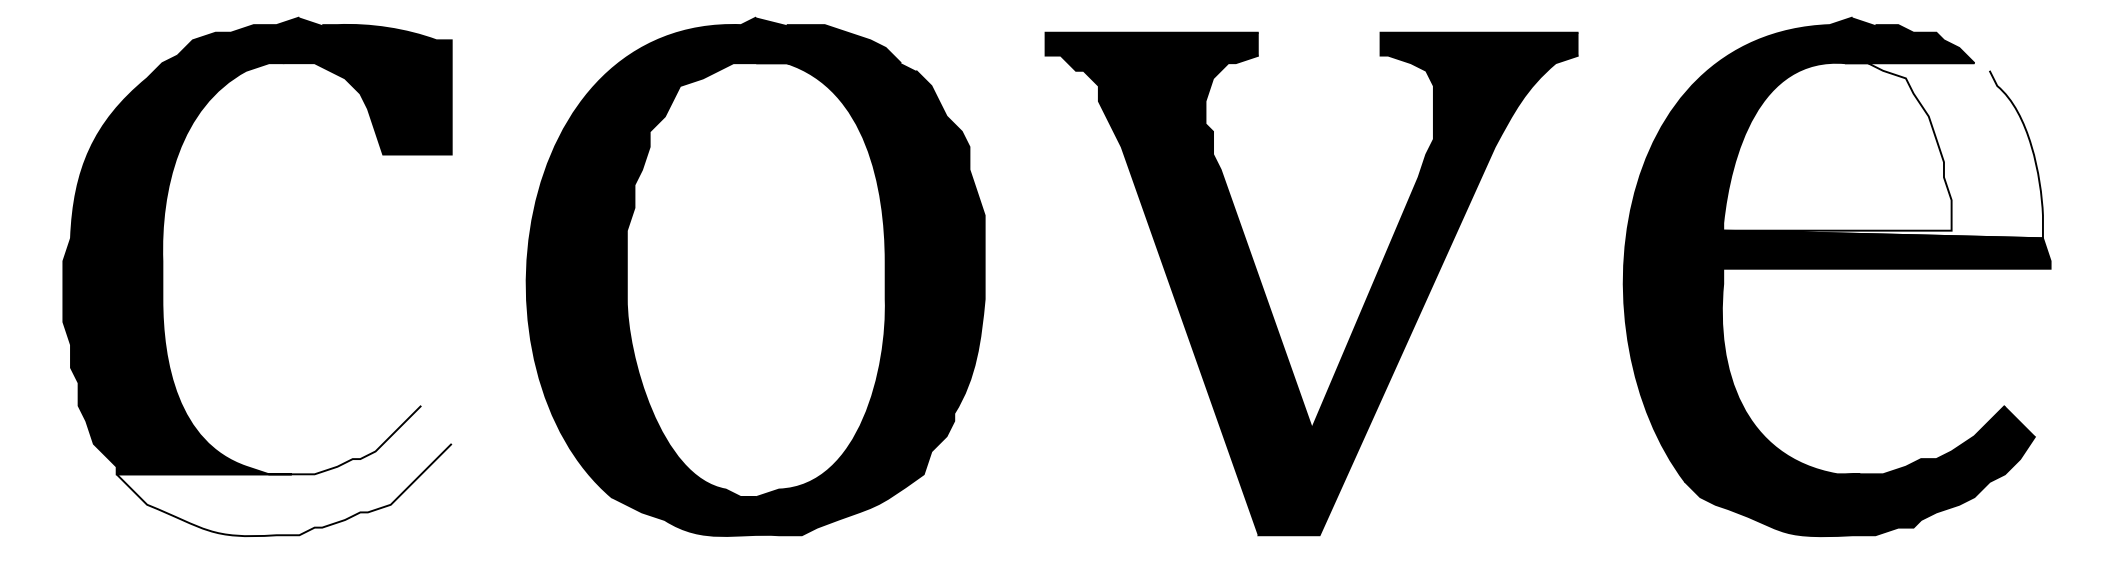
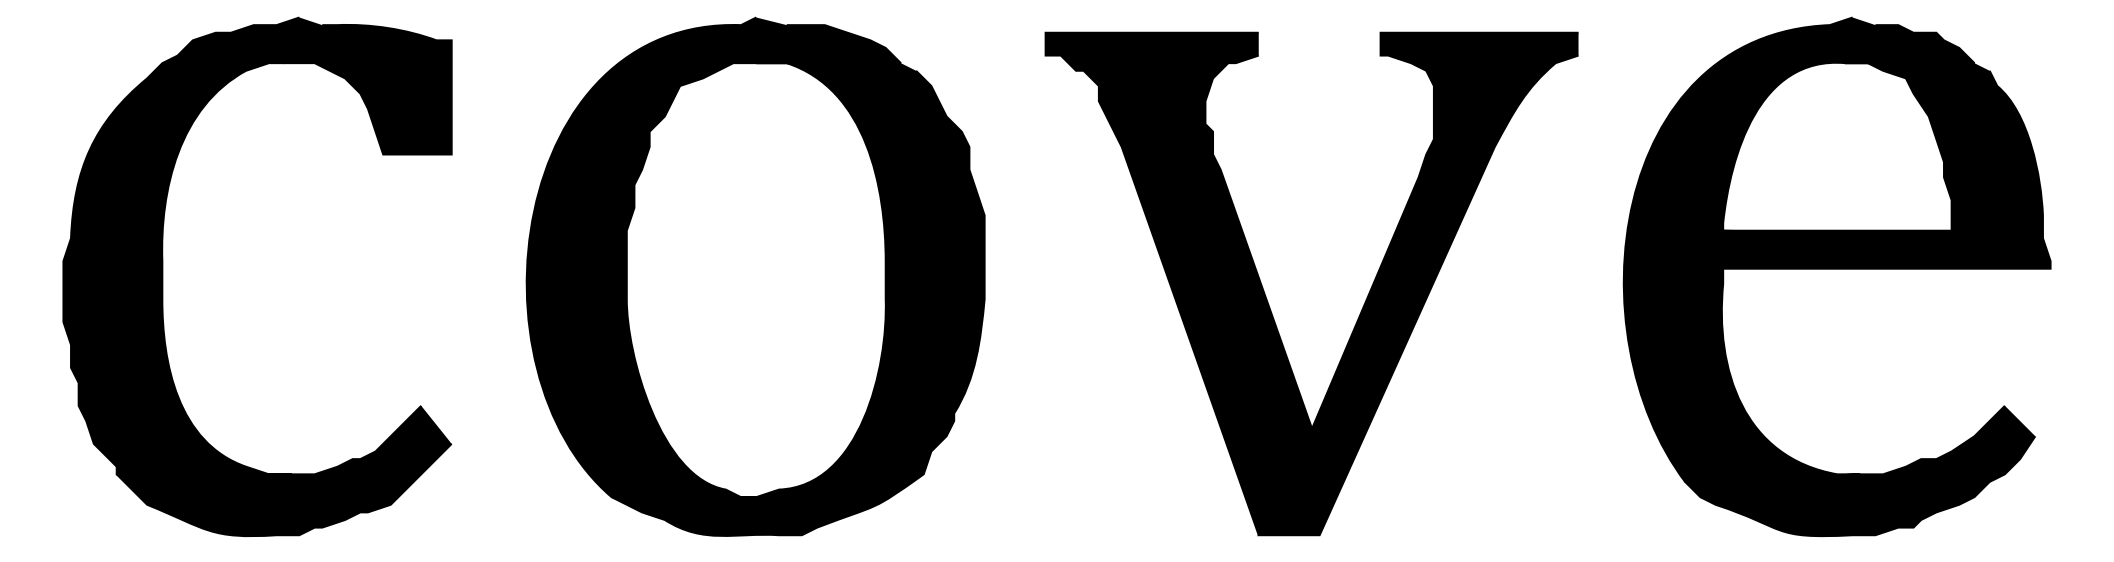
fill at (1882, 150): none -> present
fill at (283, 470): none -> present
